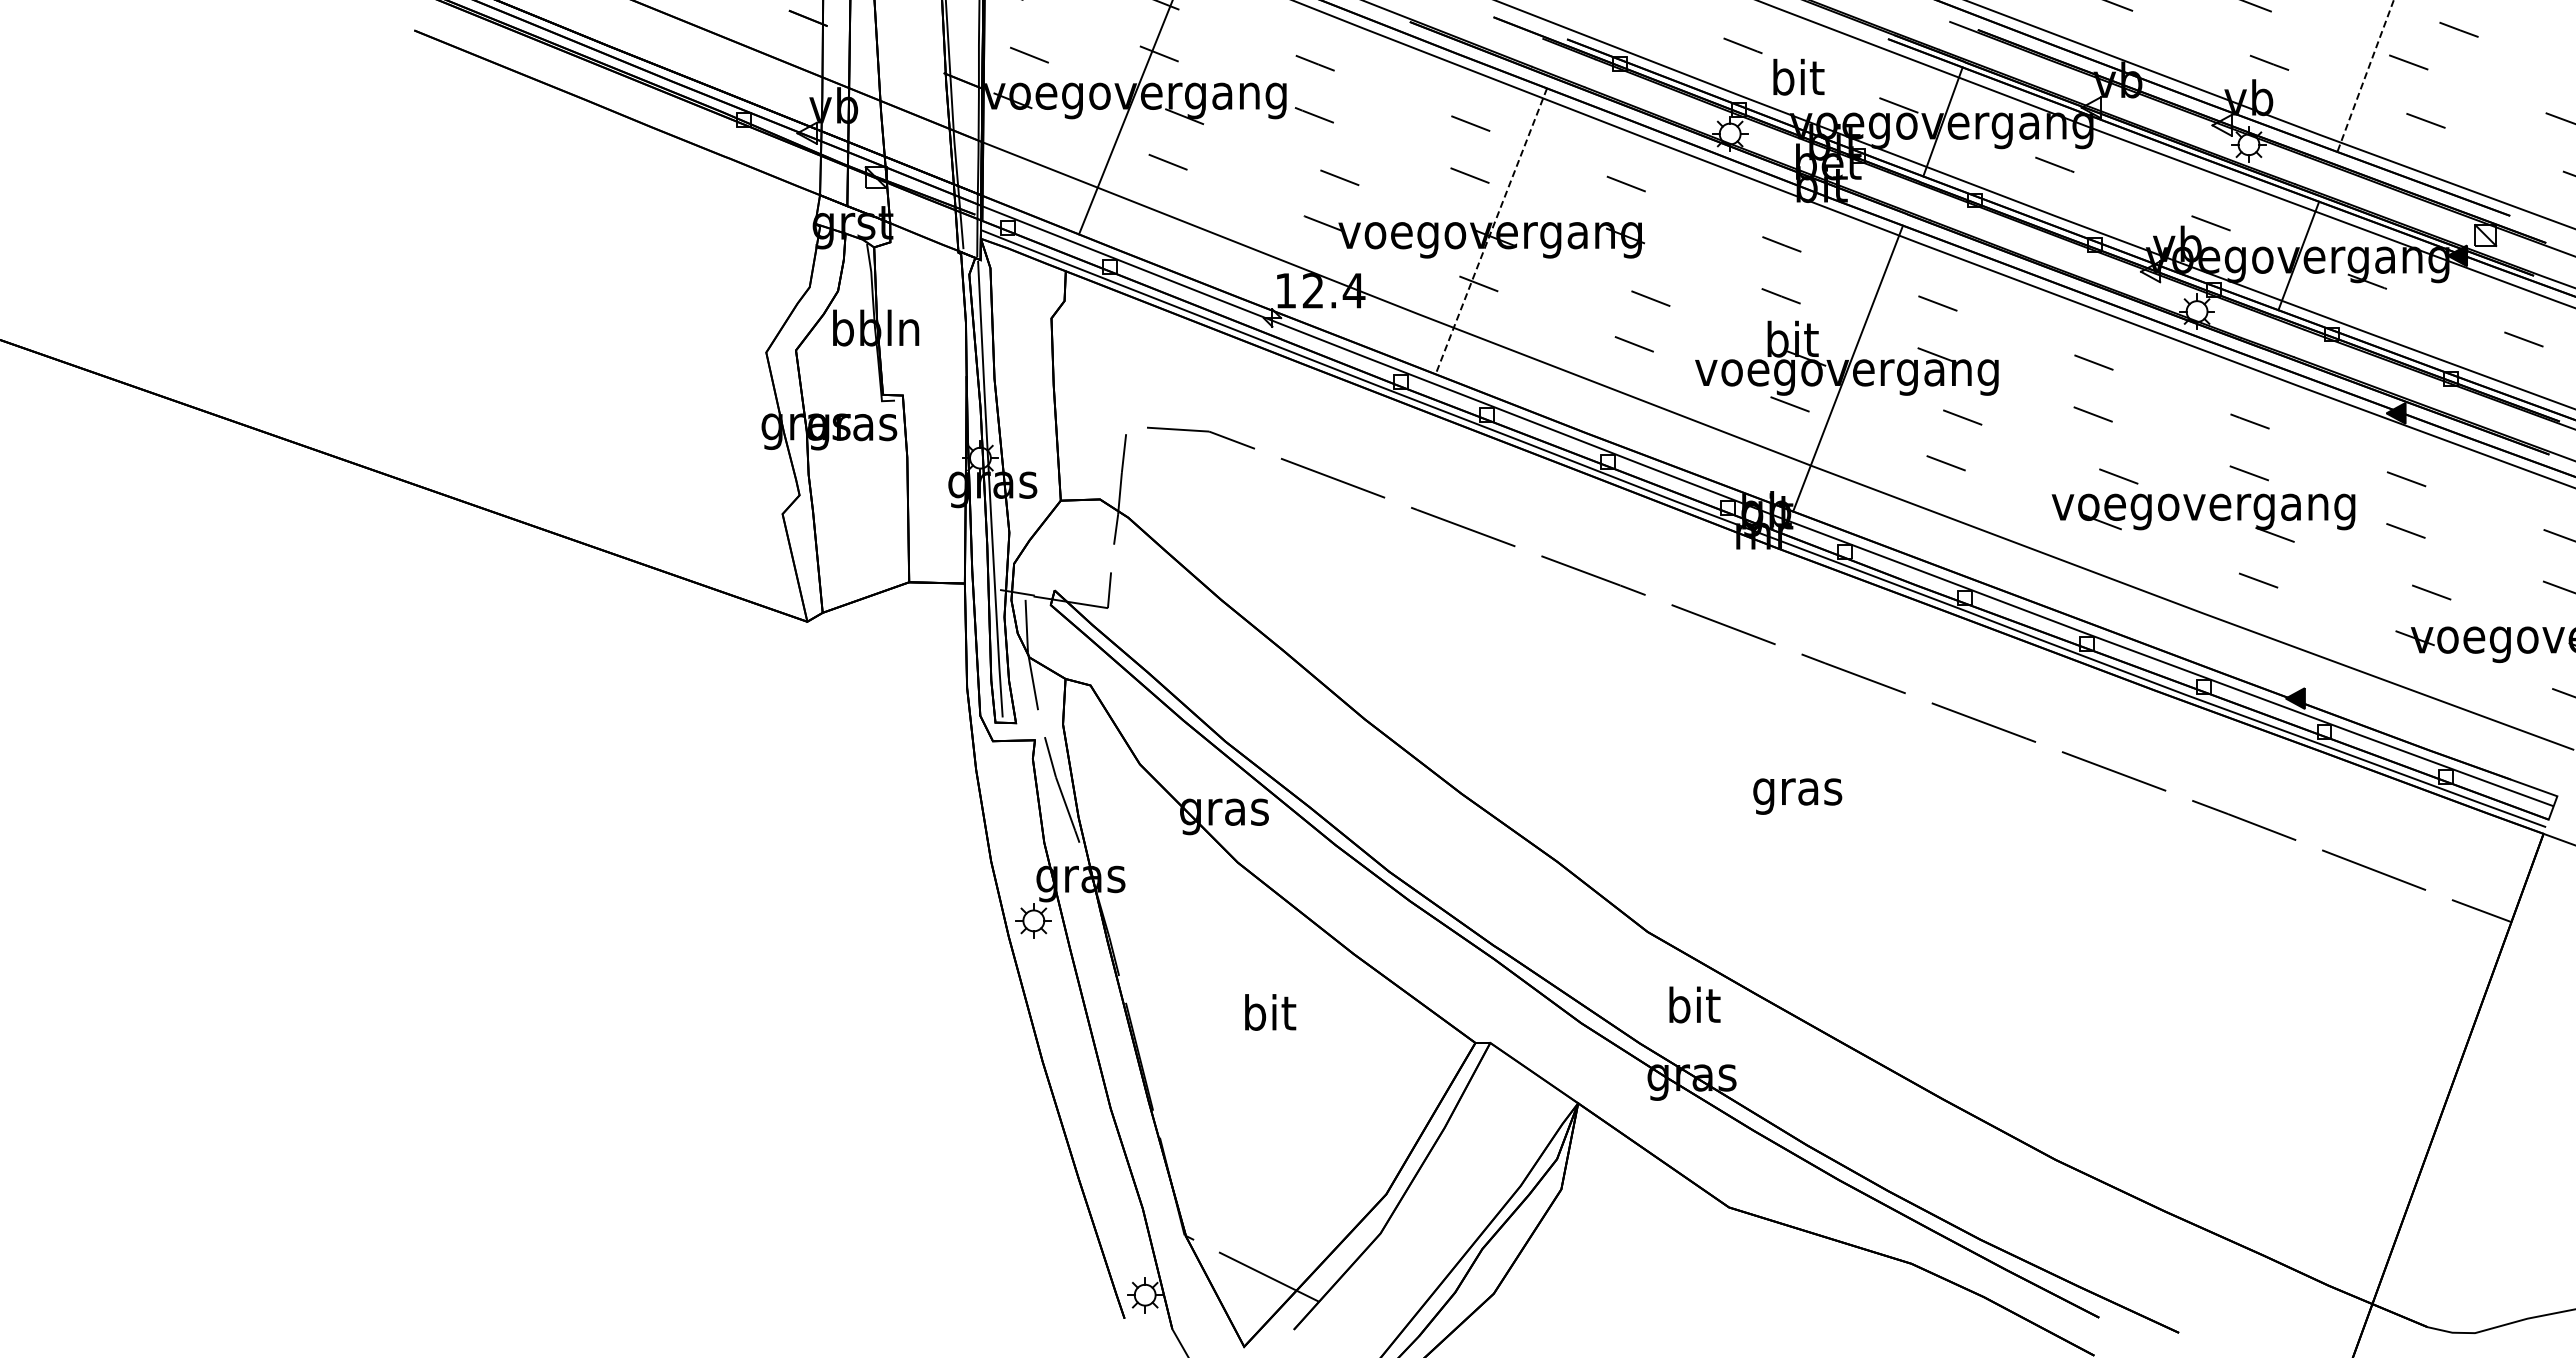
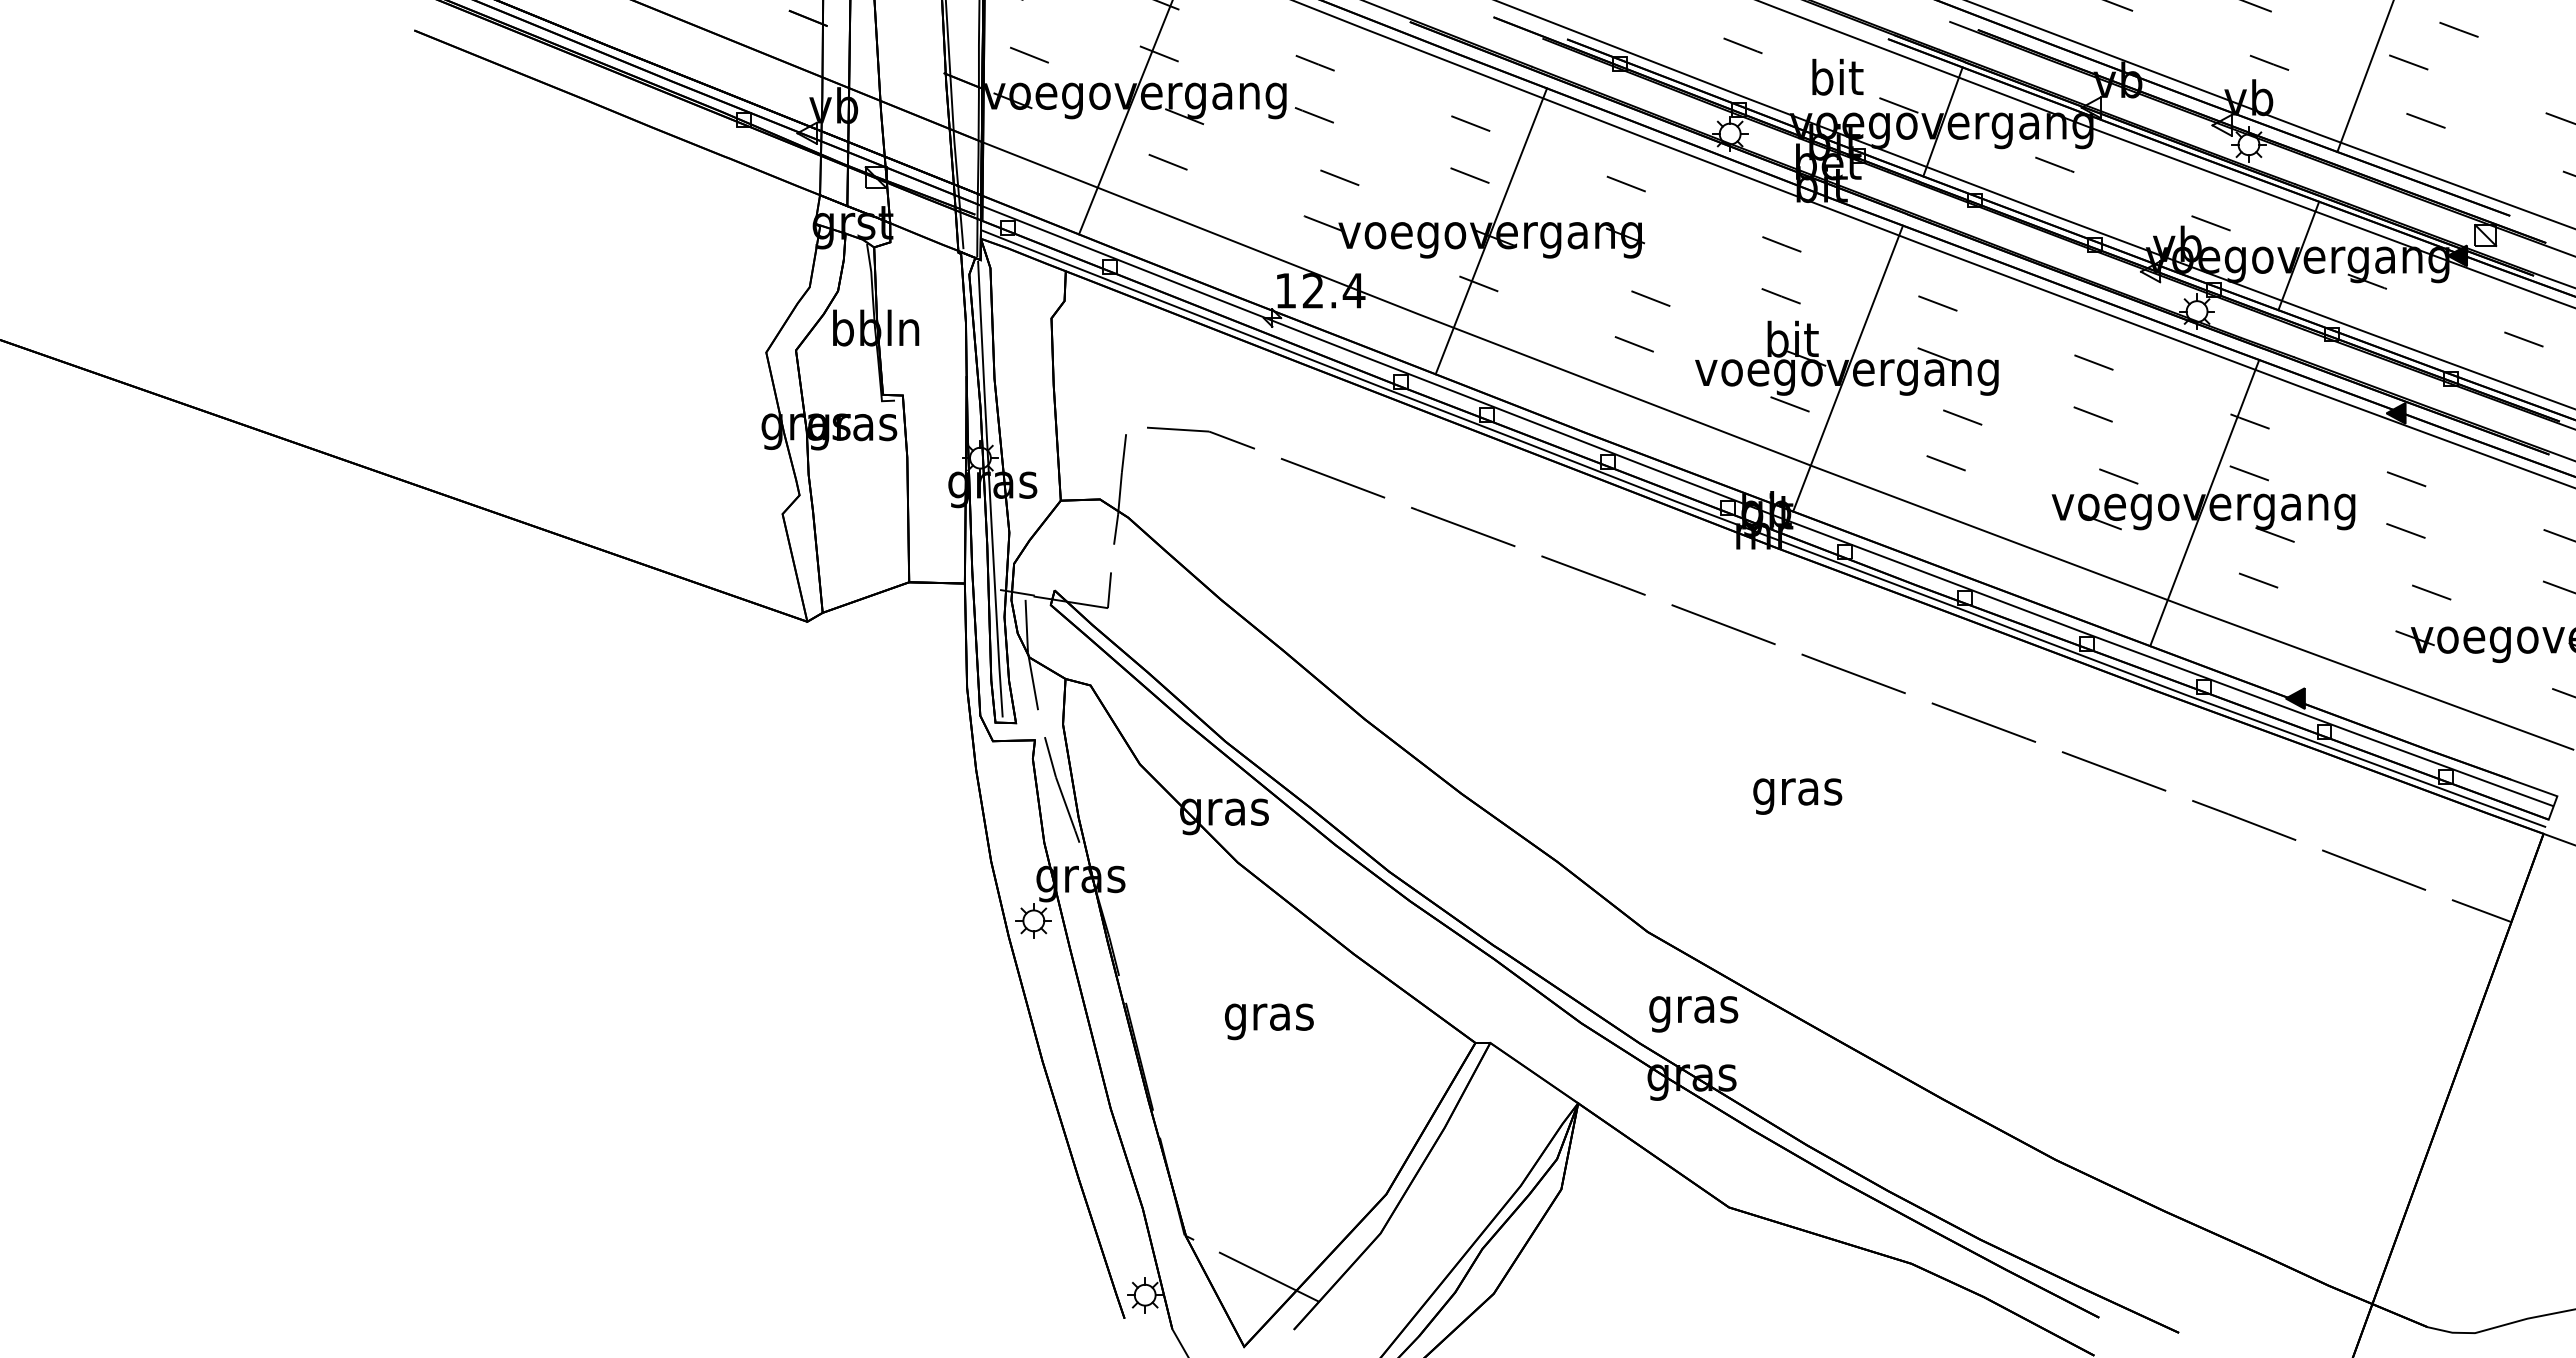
text at (1798, 76) position: (1798, 76) -> (1837, 76)
line at (2365, 76): dashed -> solid
line at (1491, 231): dashed -> solid
line at (2204, 502): none -> present
text at (1693, 1009): bit -> gras
text at (1269, 1017): bit -> gras
